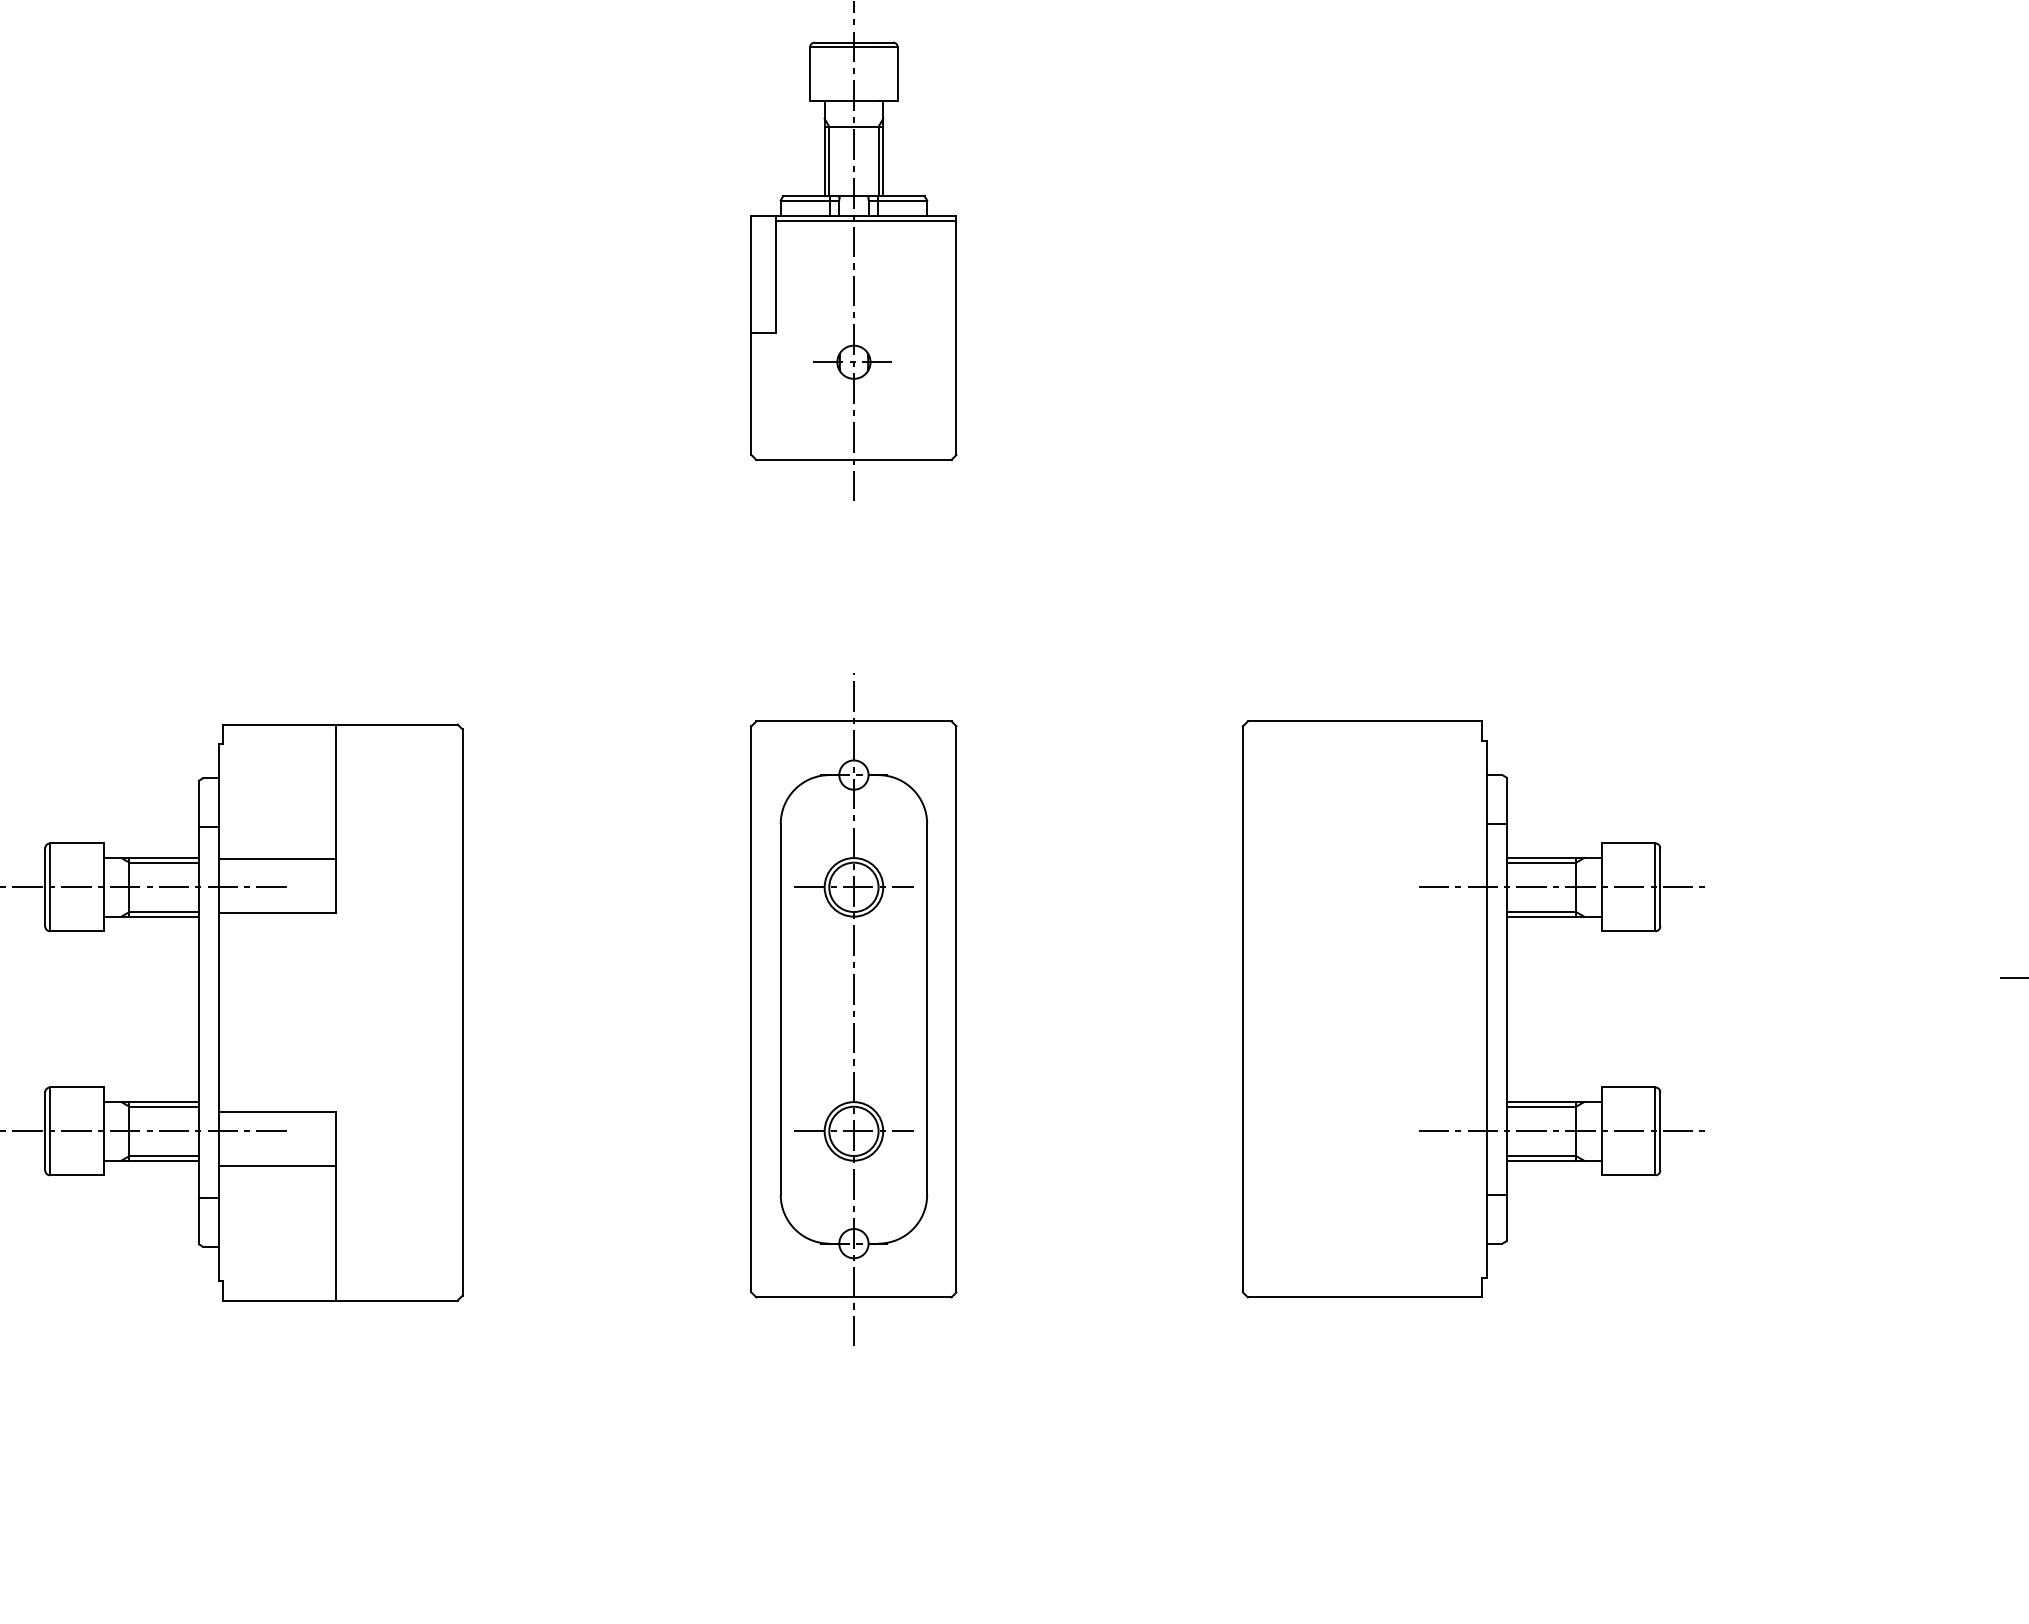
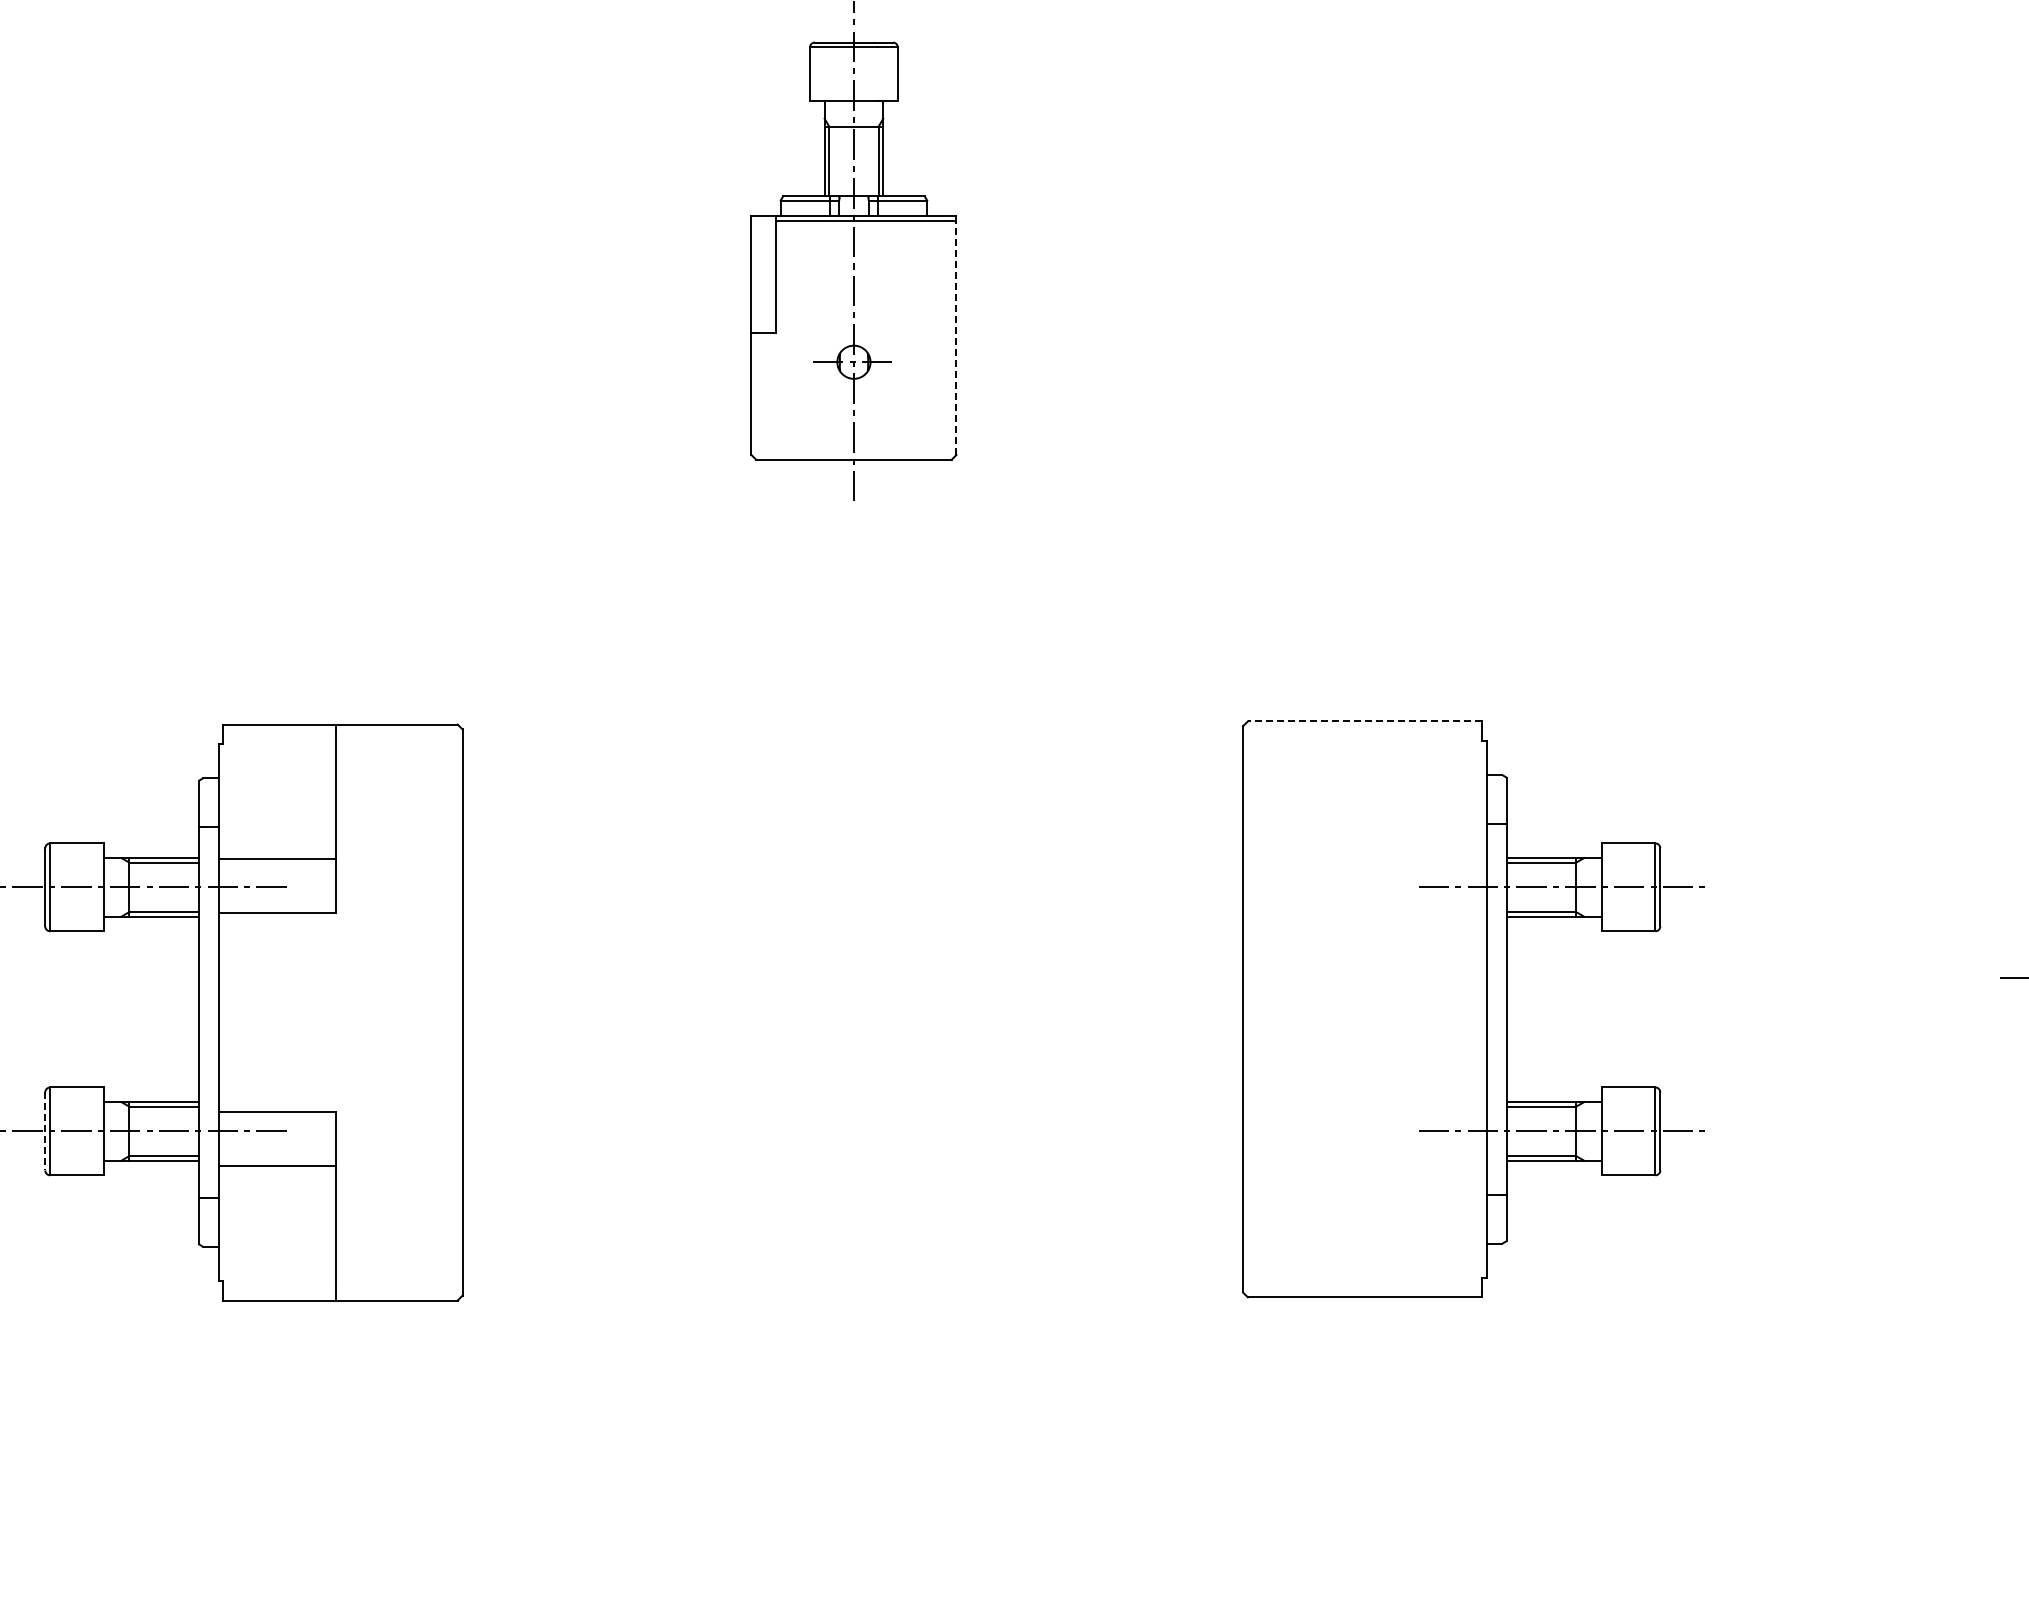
line at (956, 337): solid -> dashed
line at (1364, 721): solid -> dashed
part at (853, 1009): present -> none
line at (45, 1131): solid -> dashed
